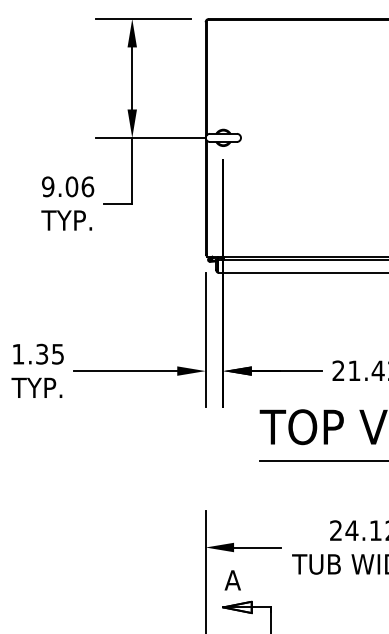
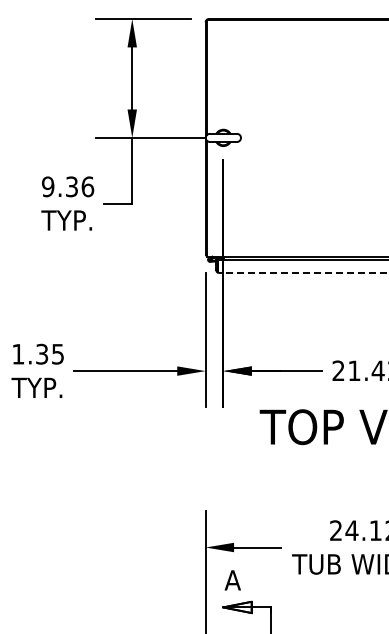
text at (71, 186): 9.06 -> 9.36
line at (303, 272): solid -> dashed
line at (322, 461): present -> none
